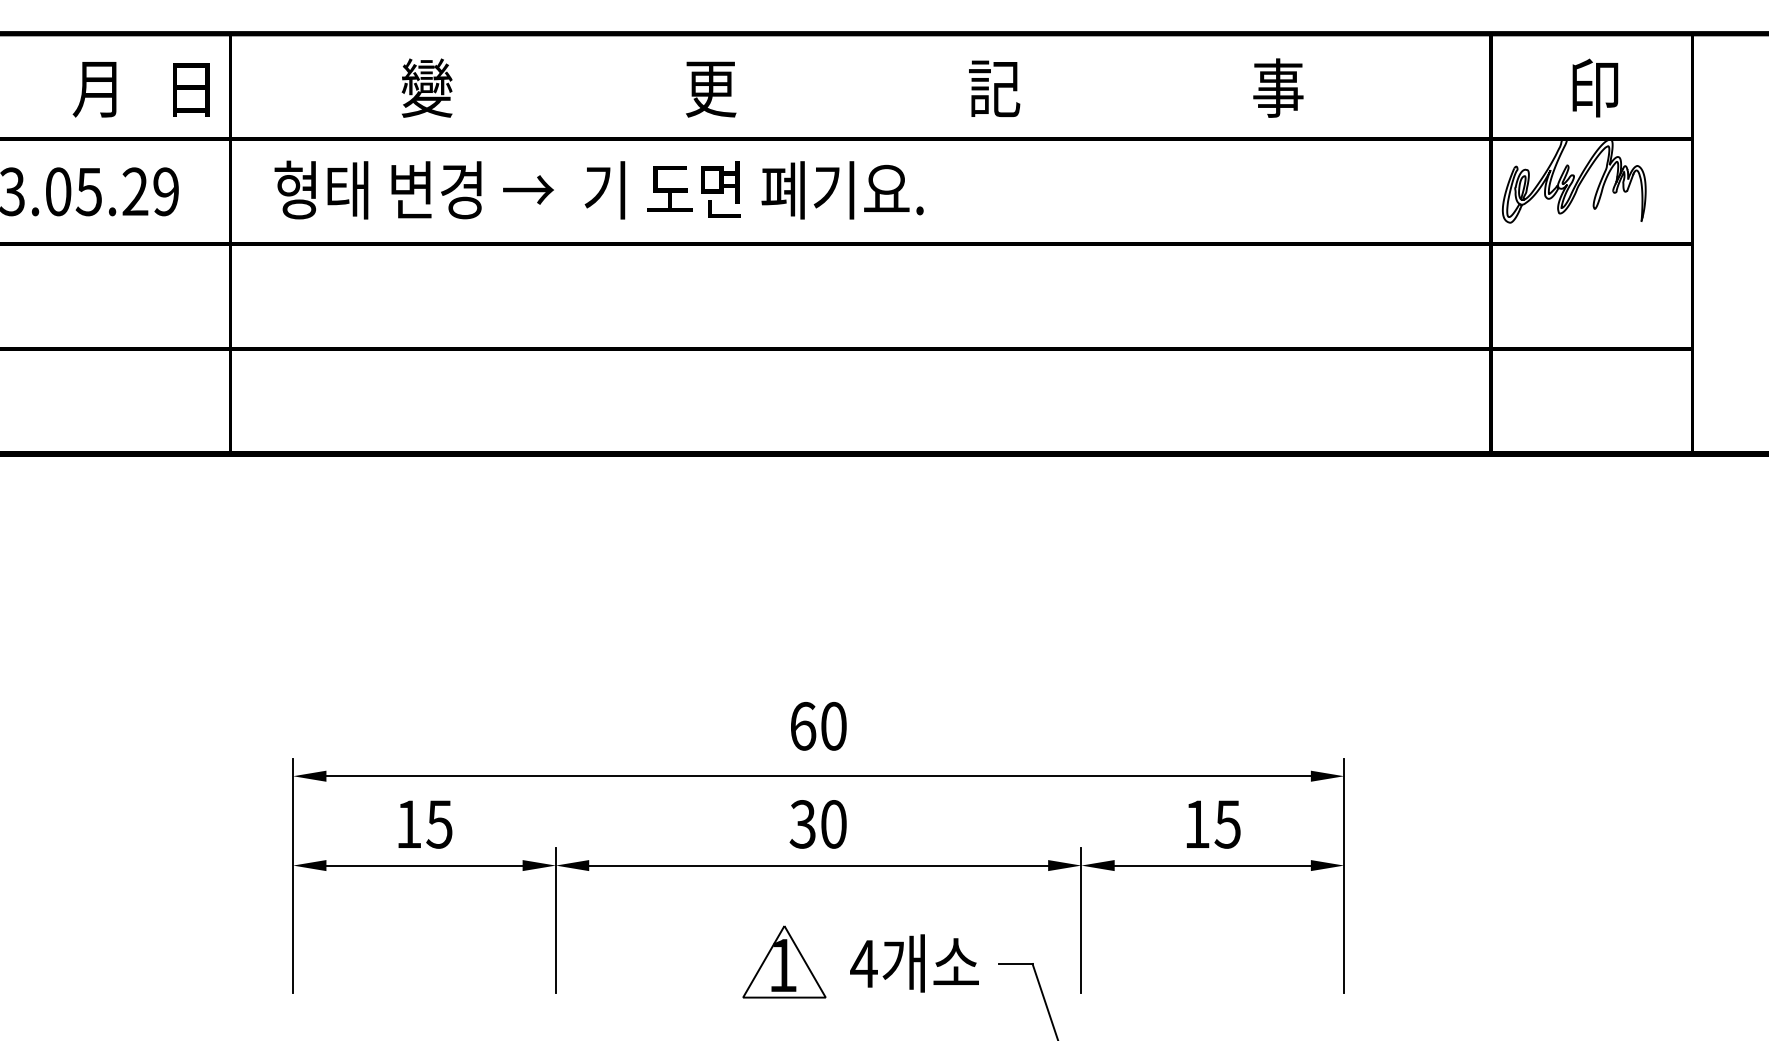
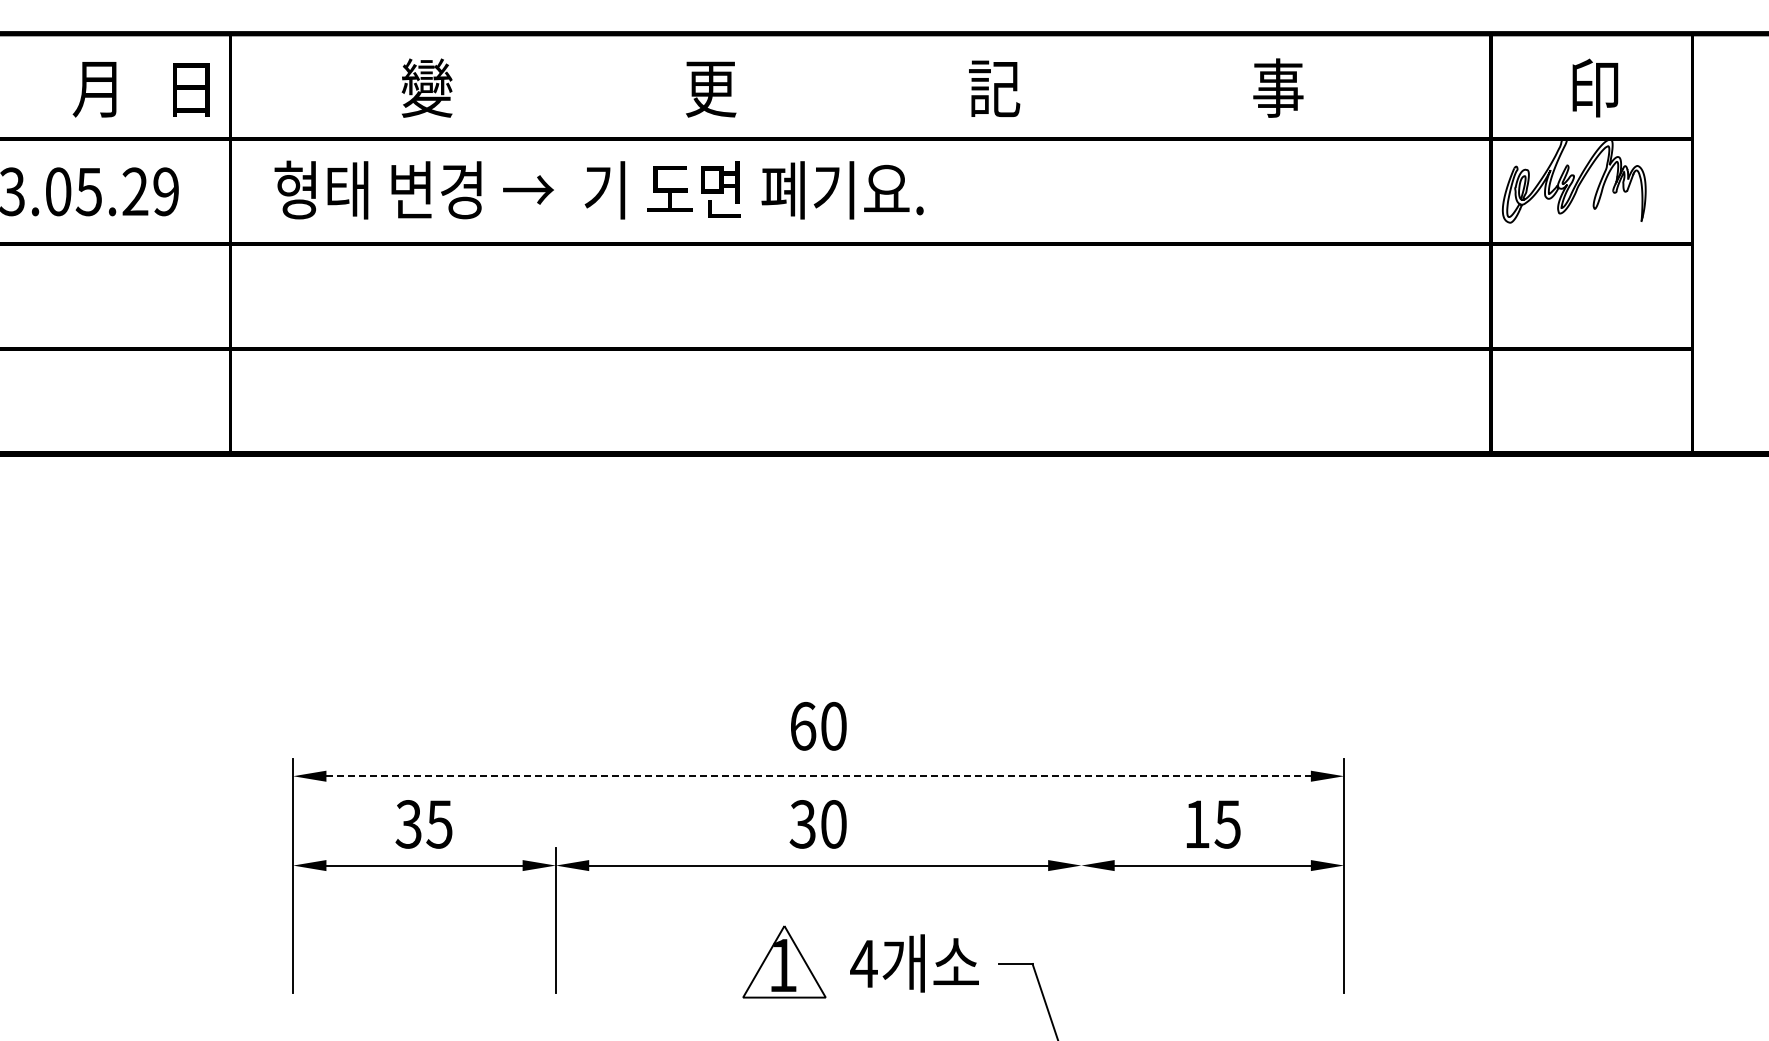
line at (819, 776): solid -> dashed
text at (408, 824): 15 -> 35
line at (1081, 920): present -> none
